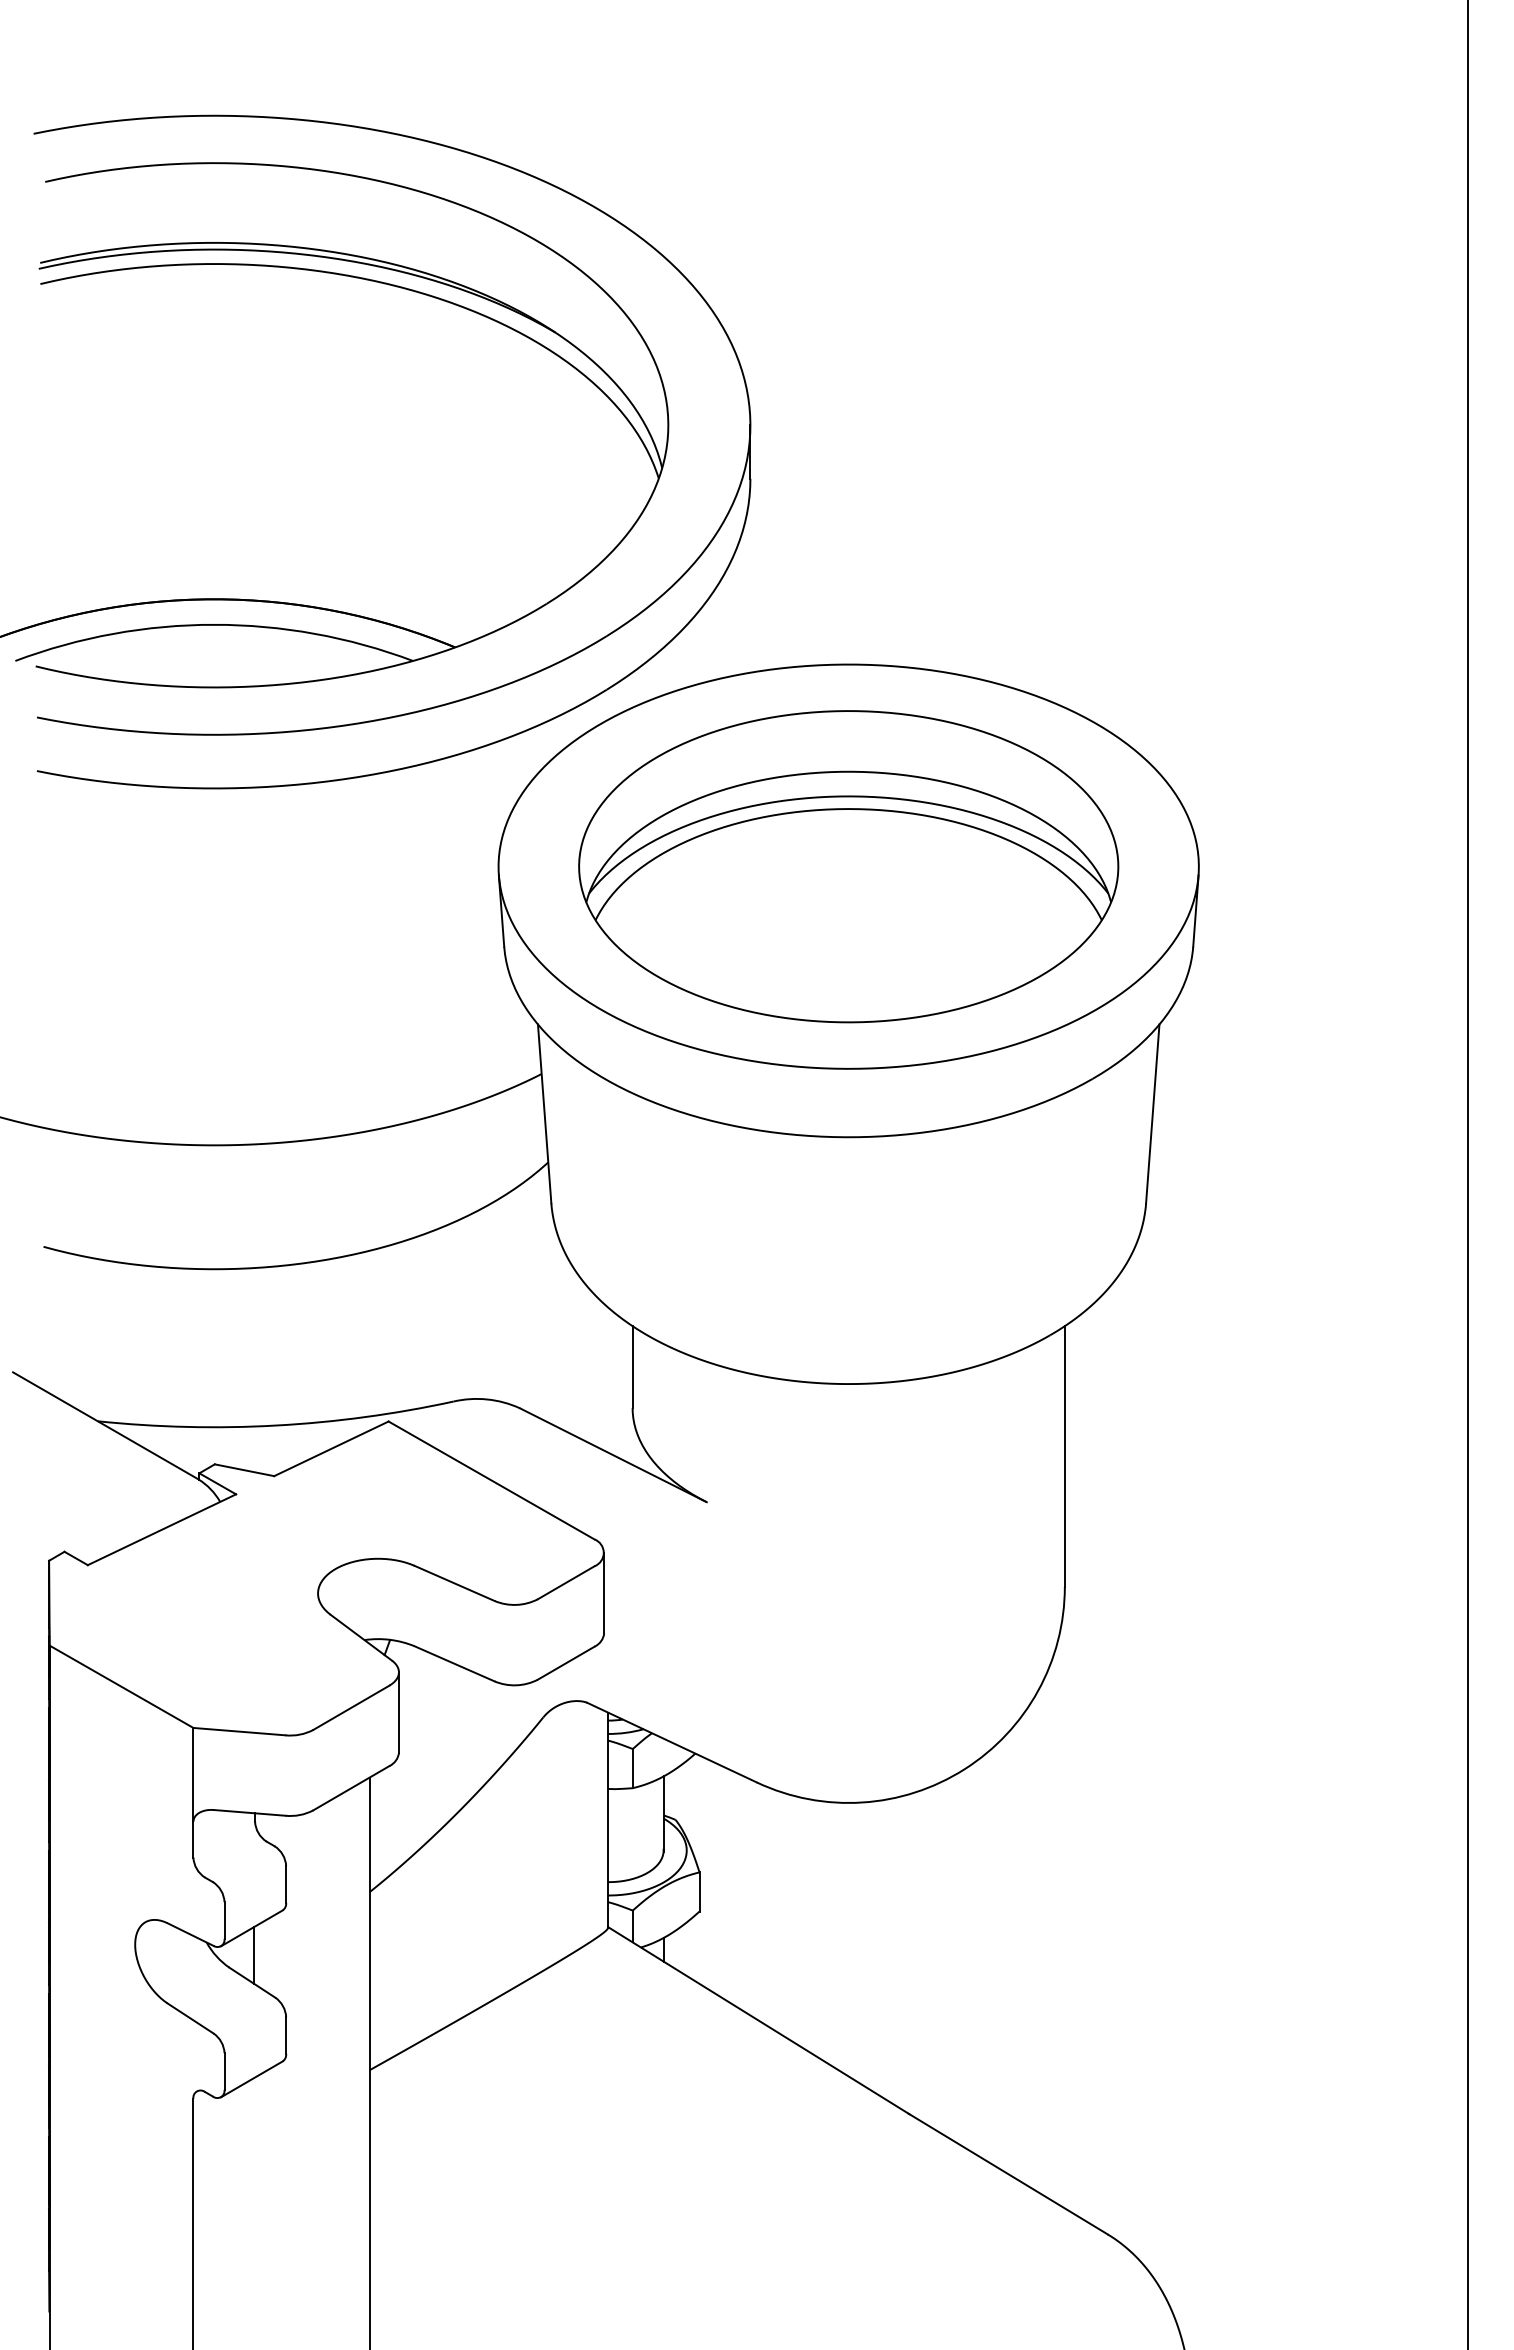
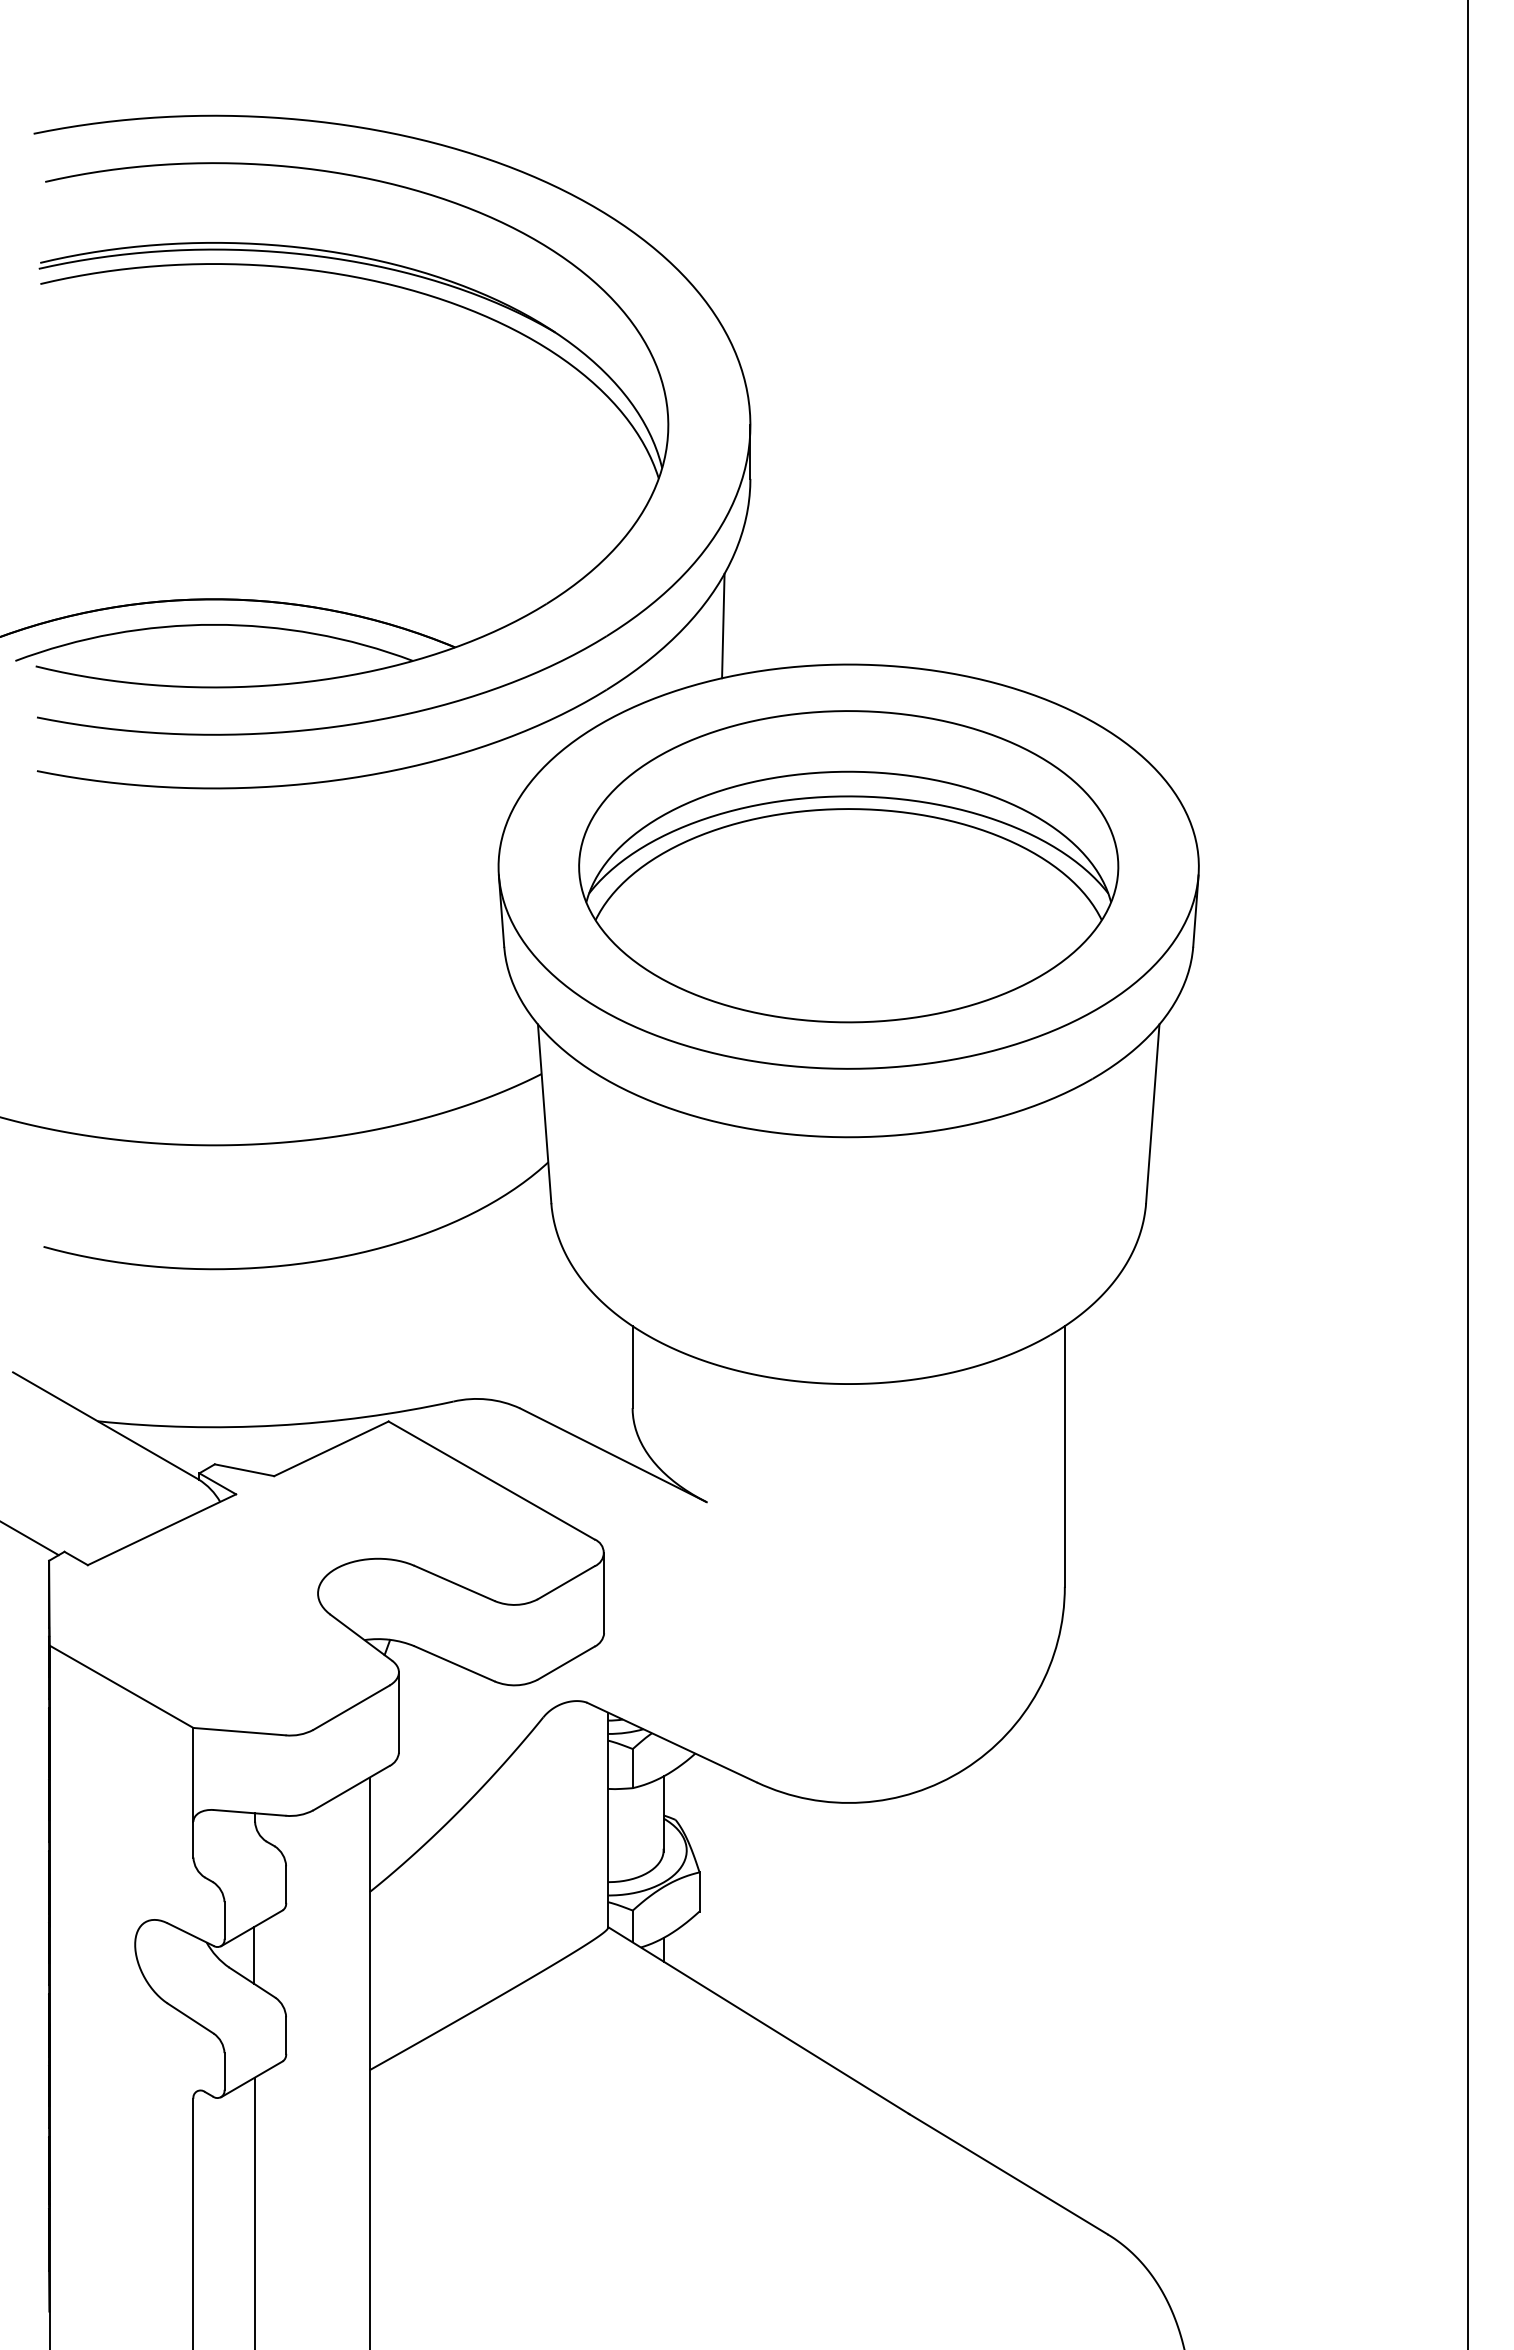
line at (723, 625): none -> present
line at (30, 1538): none -> present
line at (255, 2211): none -> present
